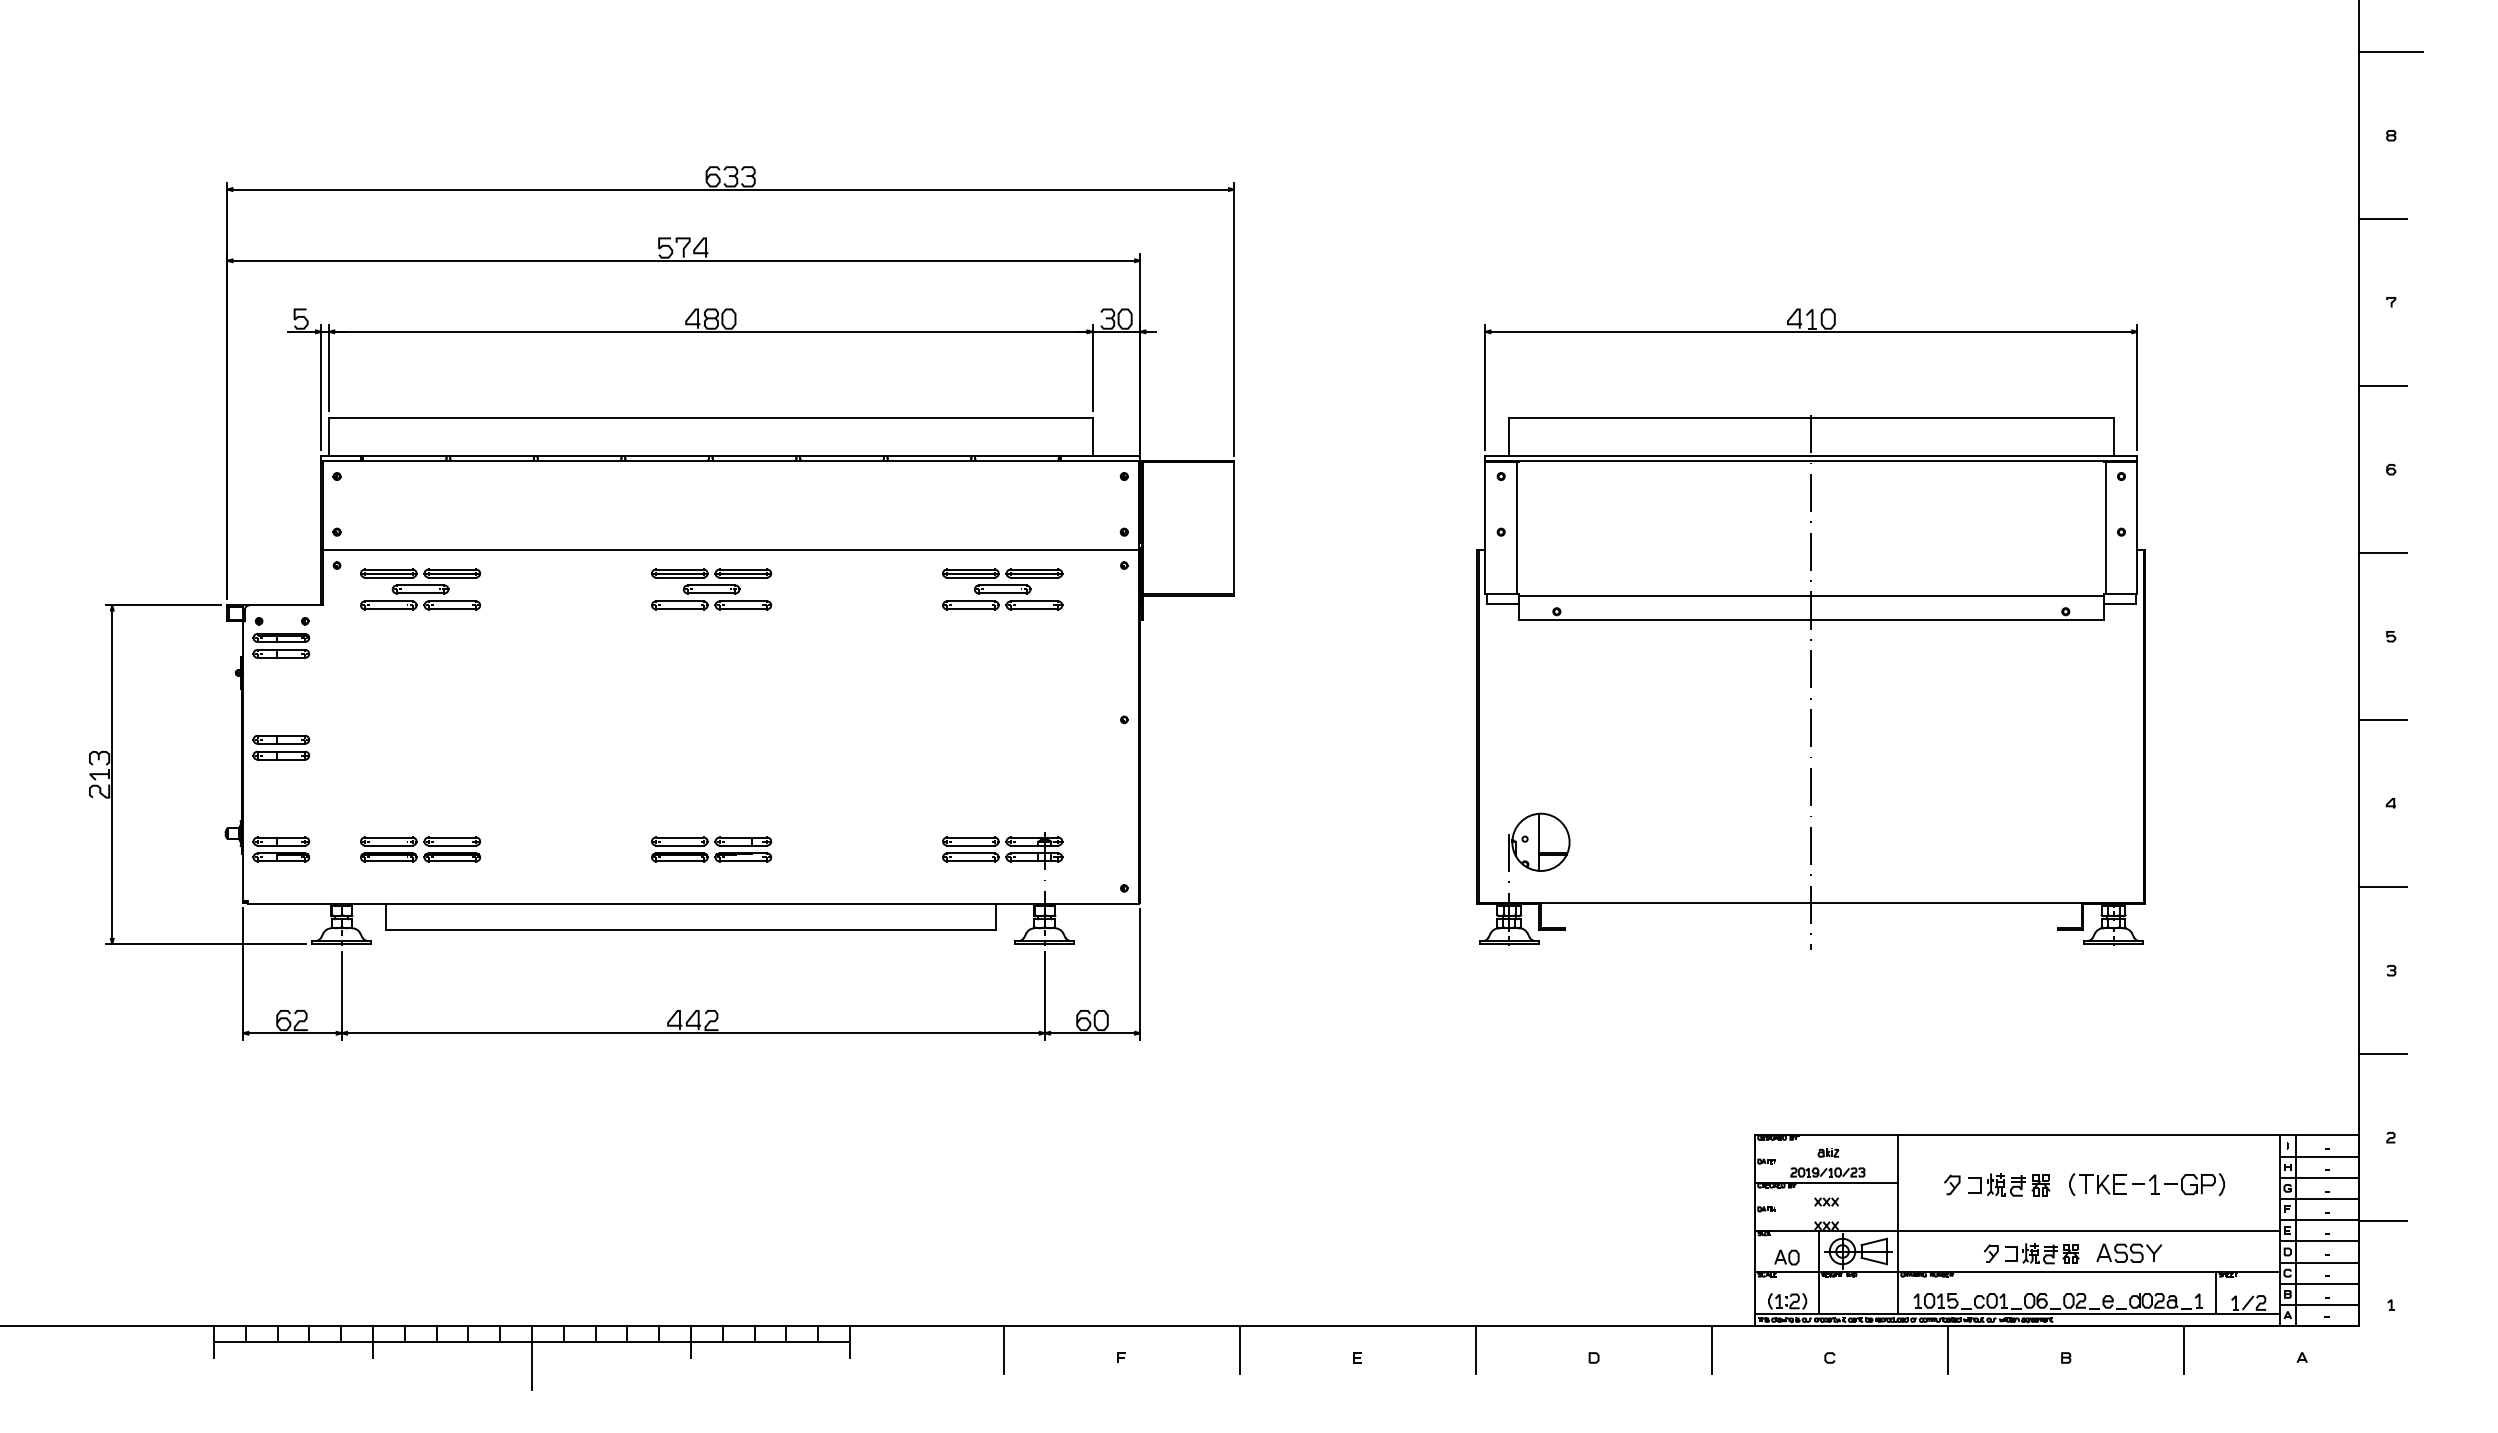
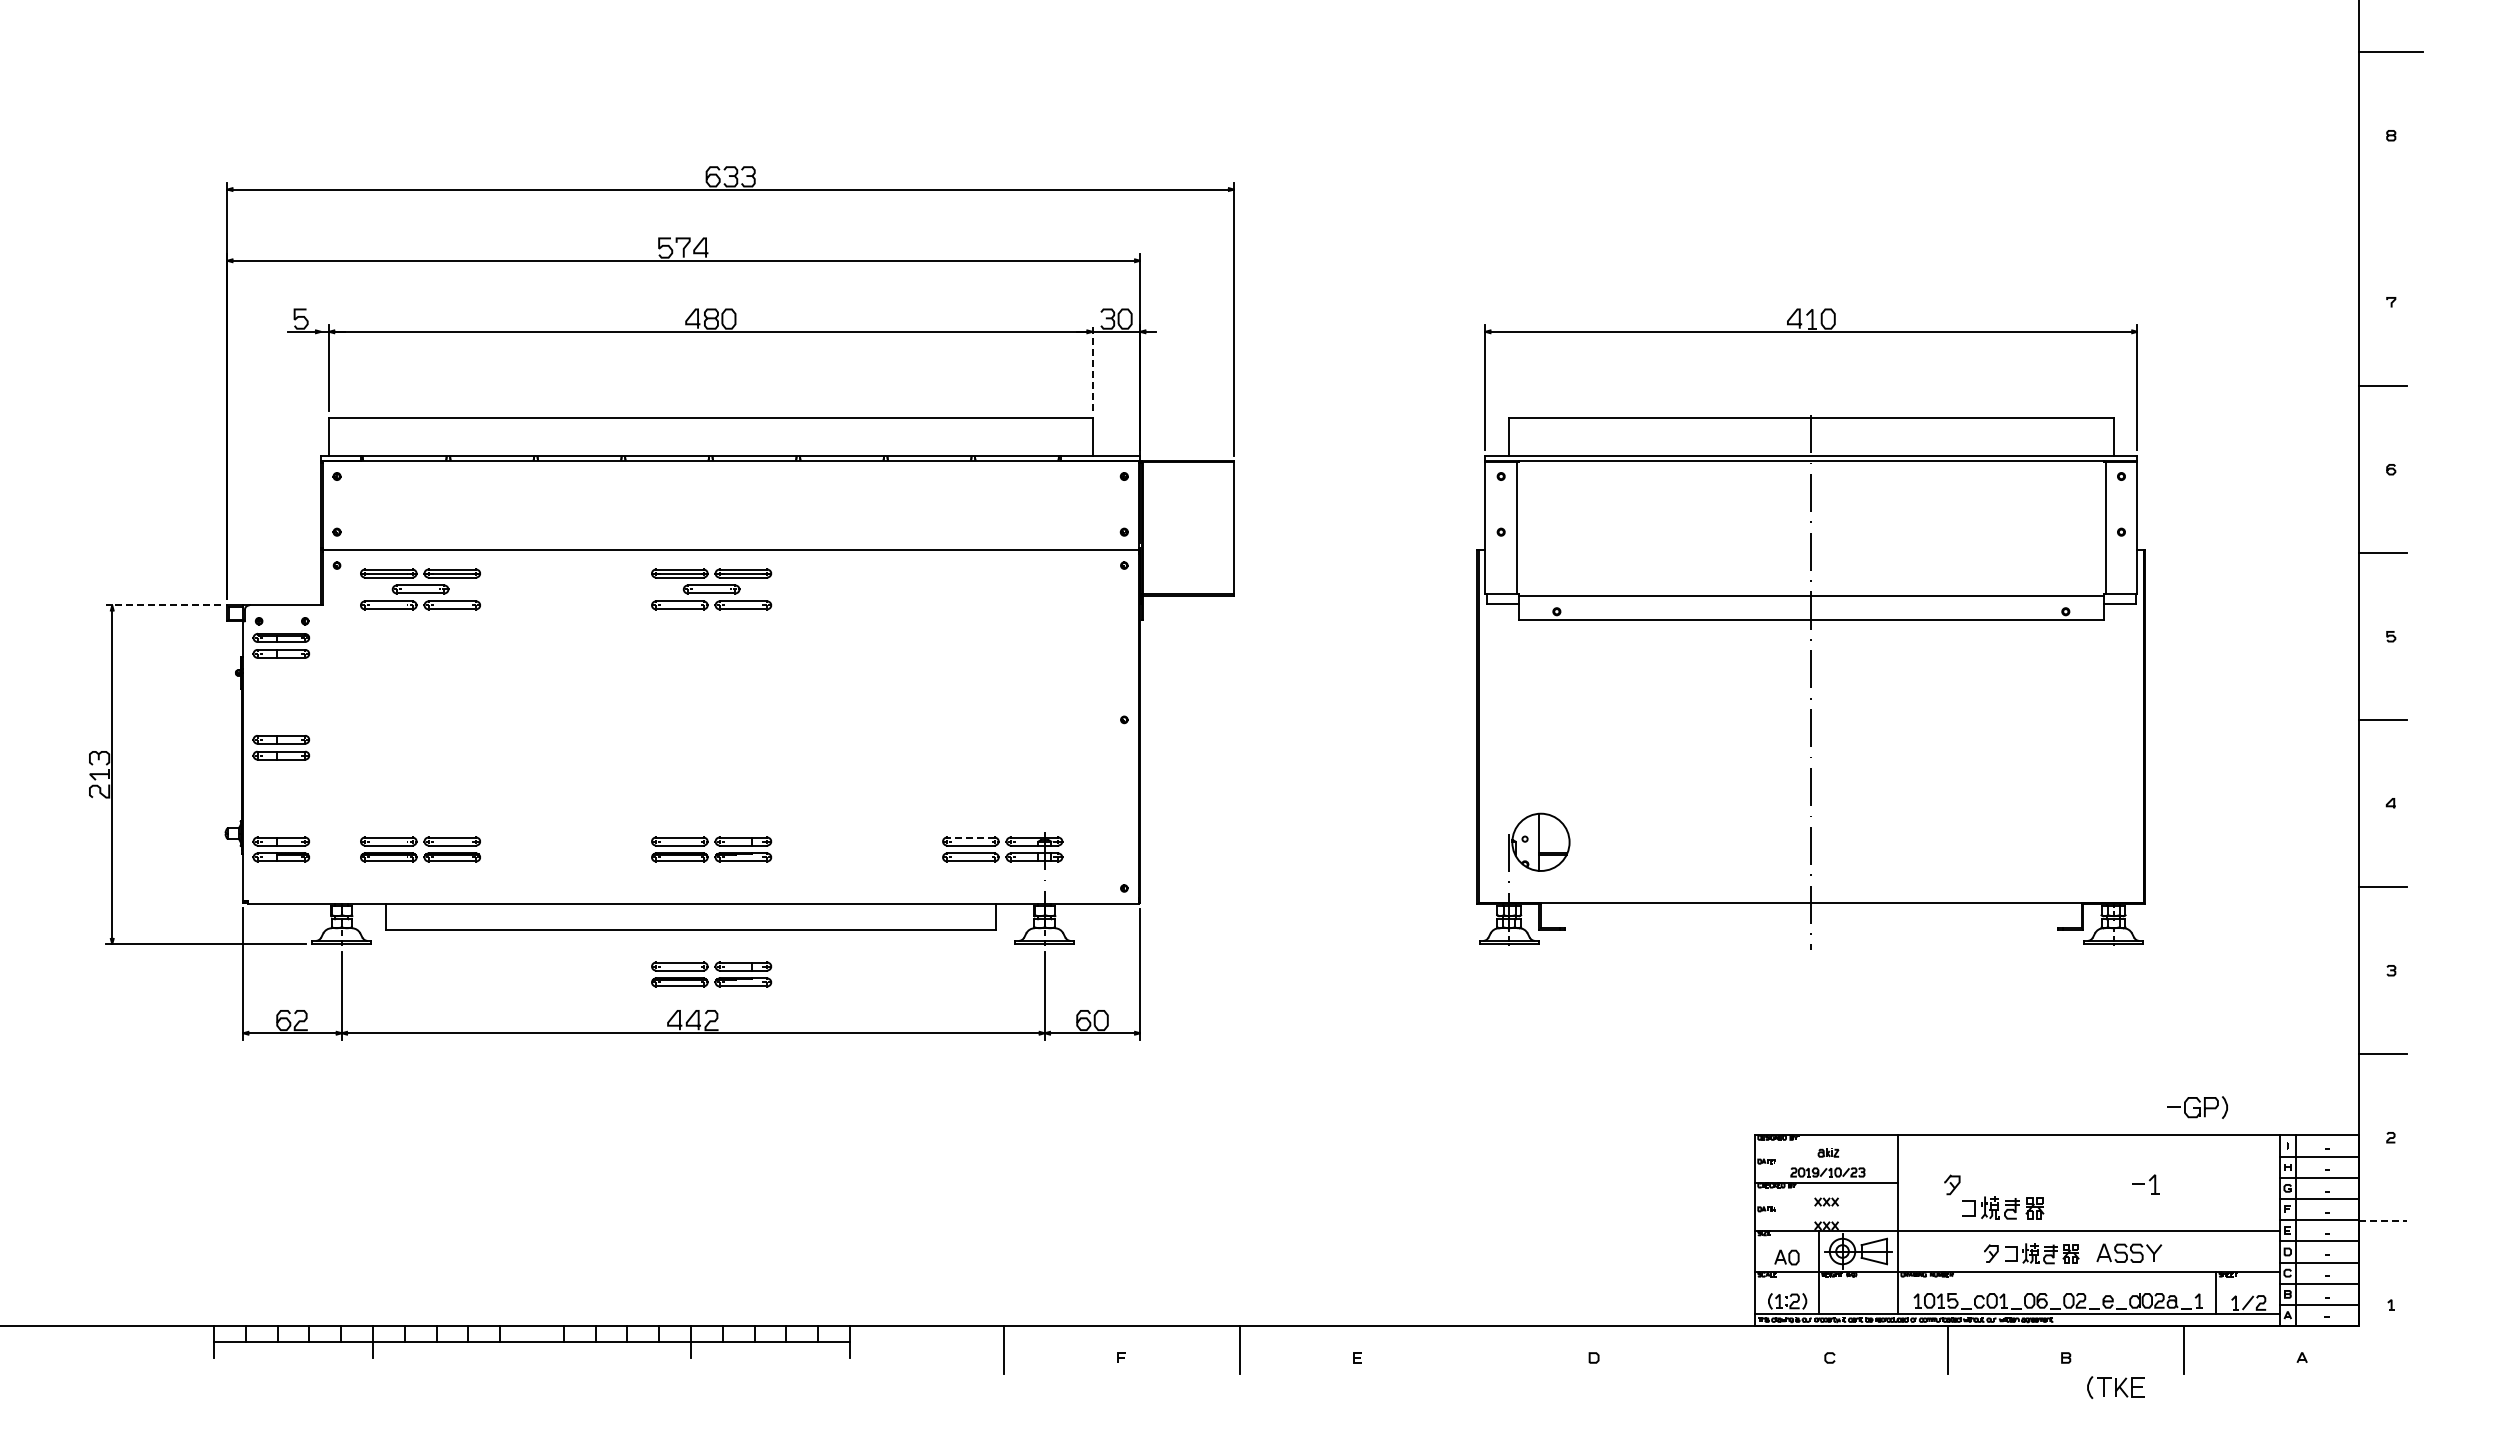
line at (2383, 219): present -> none
line at (1092, 368): solid -> dashed
line at (321, 387): present -> none
part at (1002, 589): present -> none
line at (163, 605): solid -> dashed
line at (970, 837): solid -> dashed
part at (707, 969): none -> present
part at (2009, 1184) position: (2009, 1184) -> (2003, 1207)
part at (2097, 1184) position: (2097, 1184) -> (2115, 1387)
part at (2194, 1184) position: (2194, 1184) -> (2197, 1107)
line at (2383, 1221): solid -> dashed
line at (1476, 1349): present -> none
line at (1712, 1349): present -> none
line at (532, 1357): present -> none
